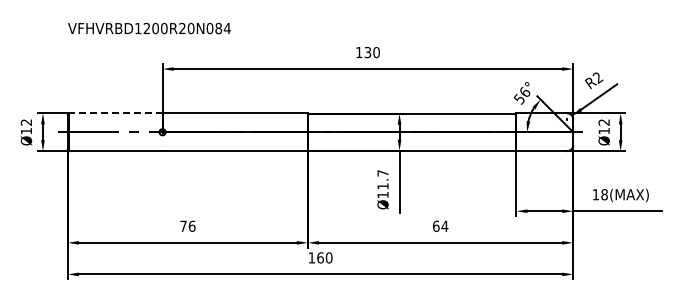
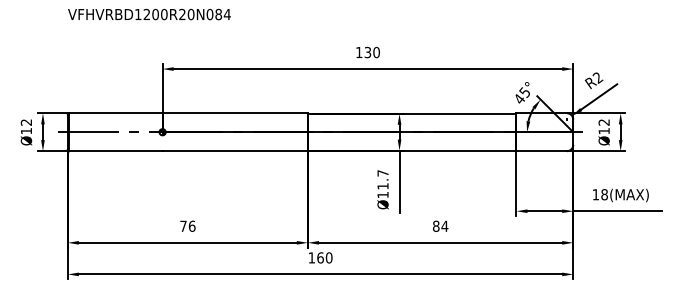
text at (149, 28) position: (149, 28) -> (149, 14)
text at (521, 95): 56° -> 45°
line at (116, 113): dashed -> solid
text at (436, 225): 64 -> 84
